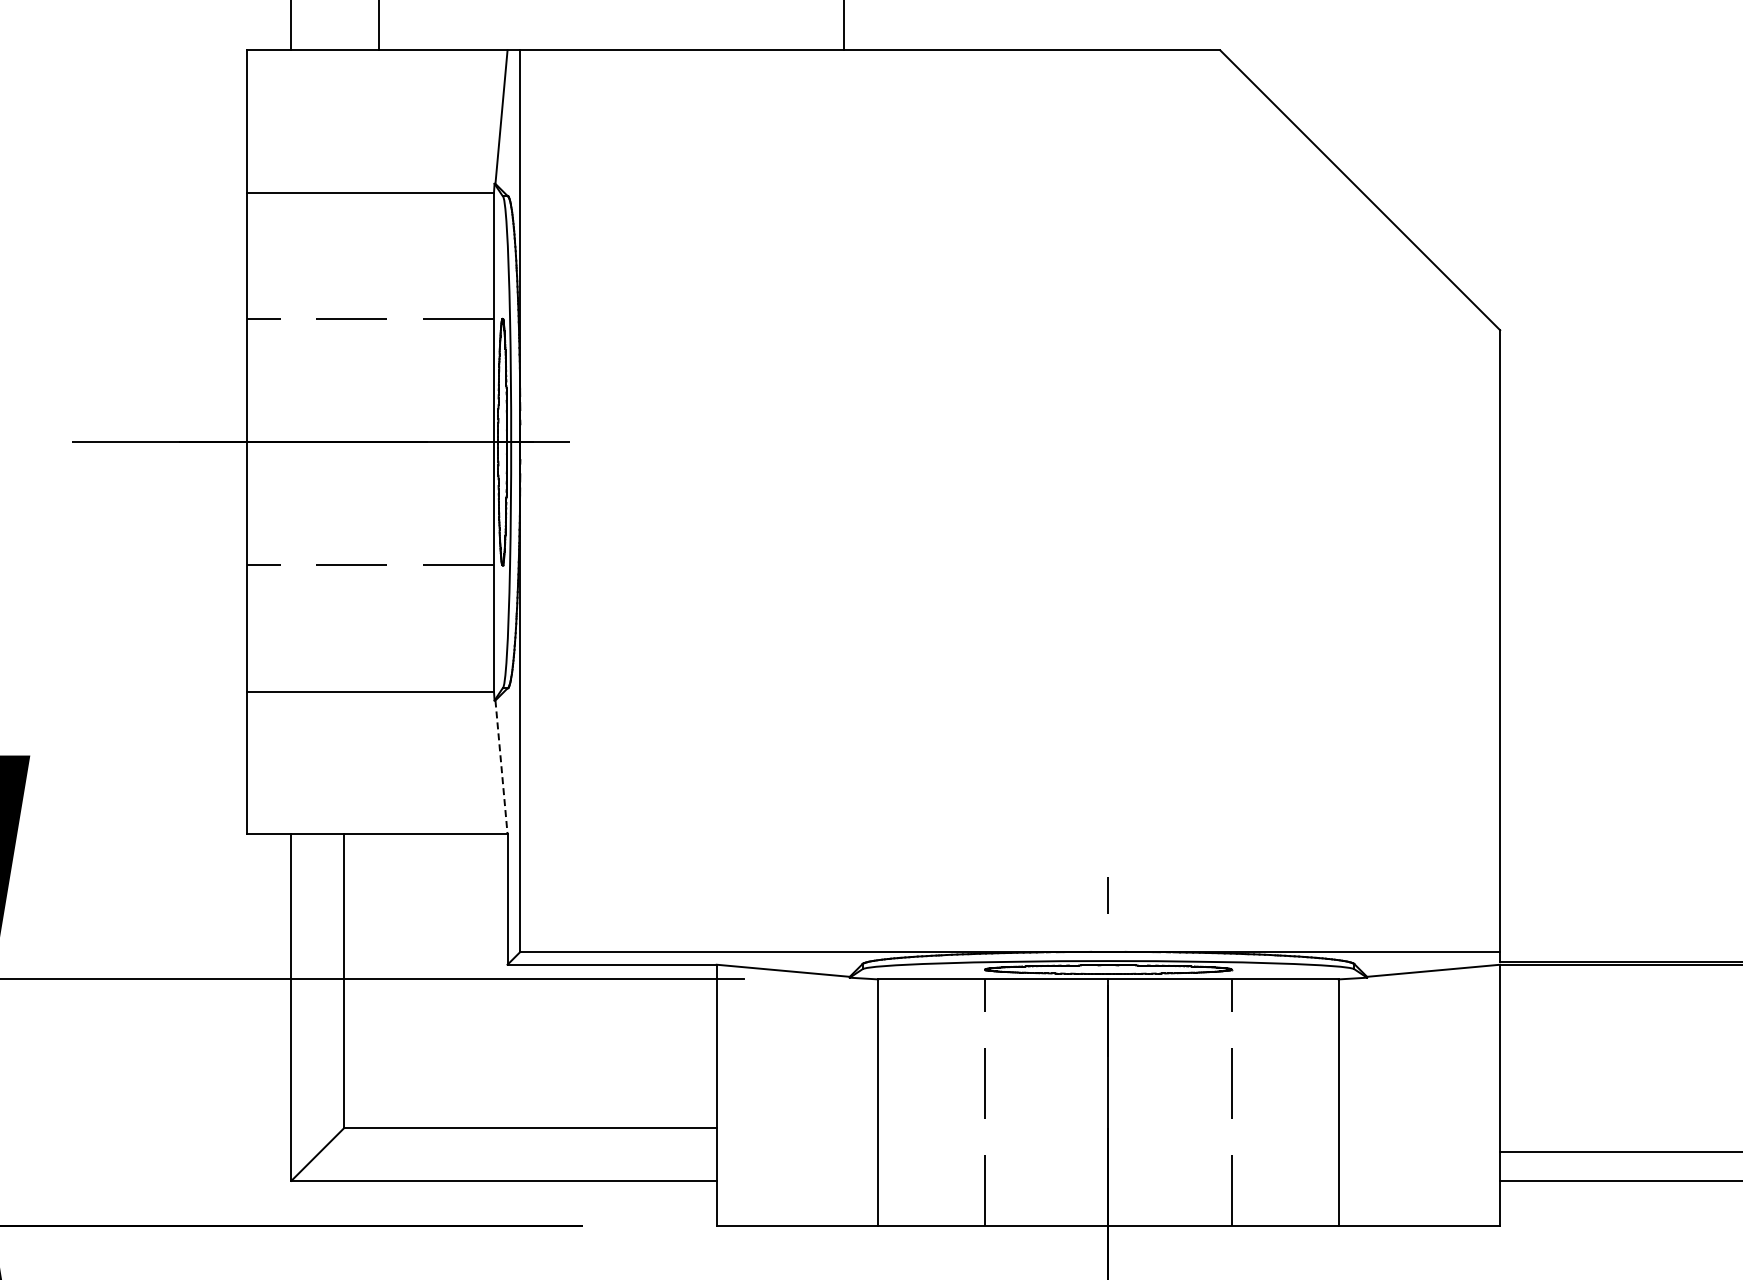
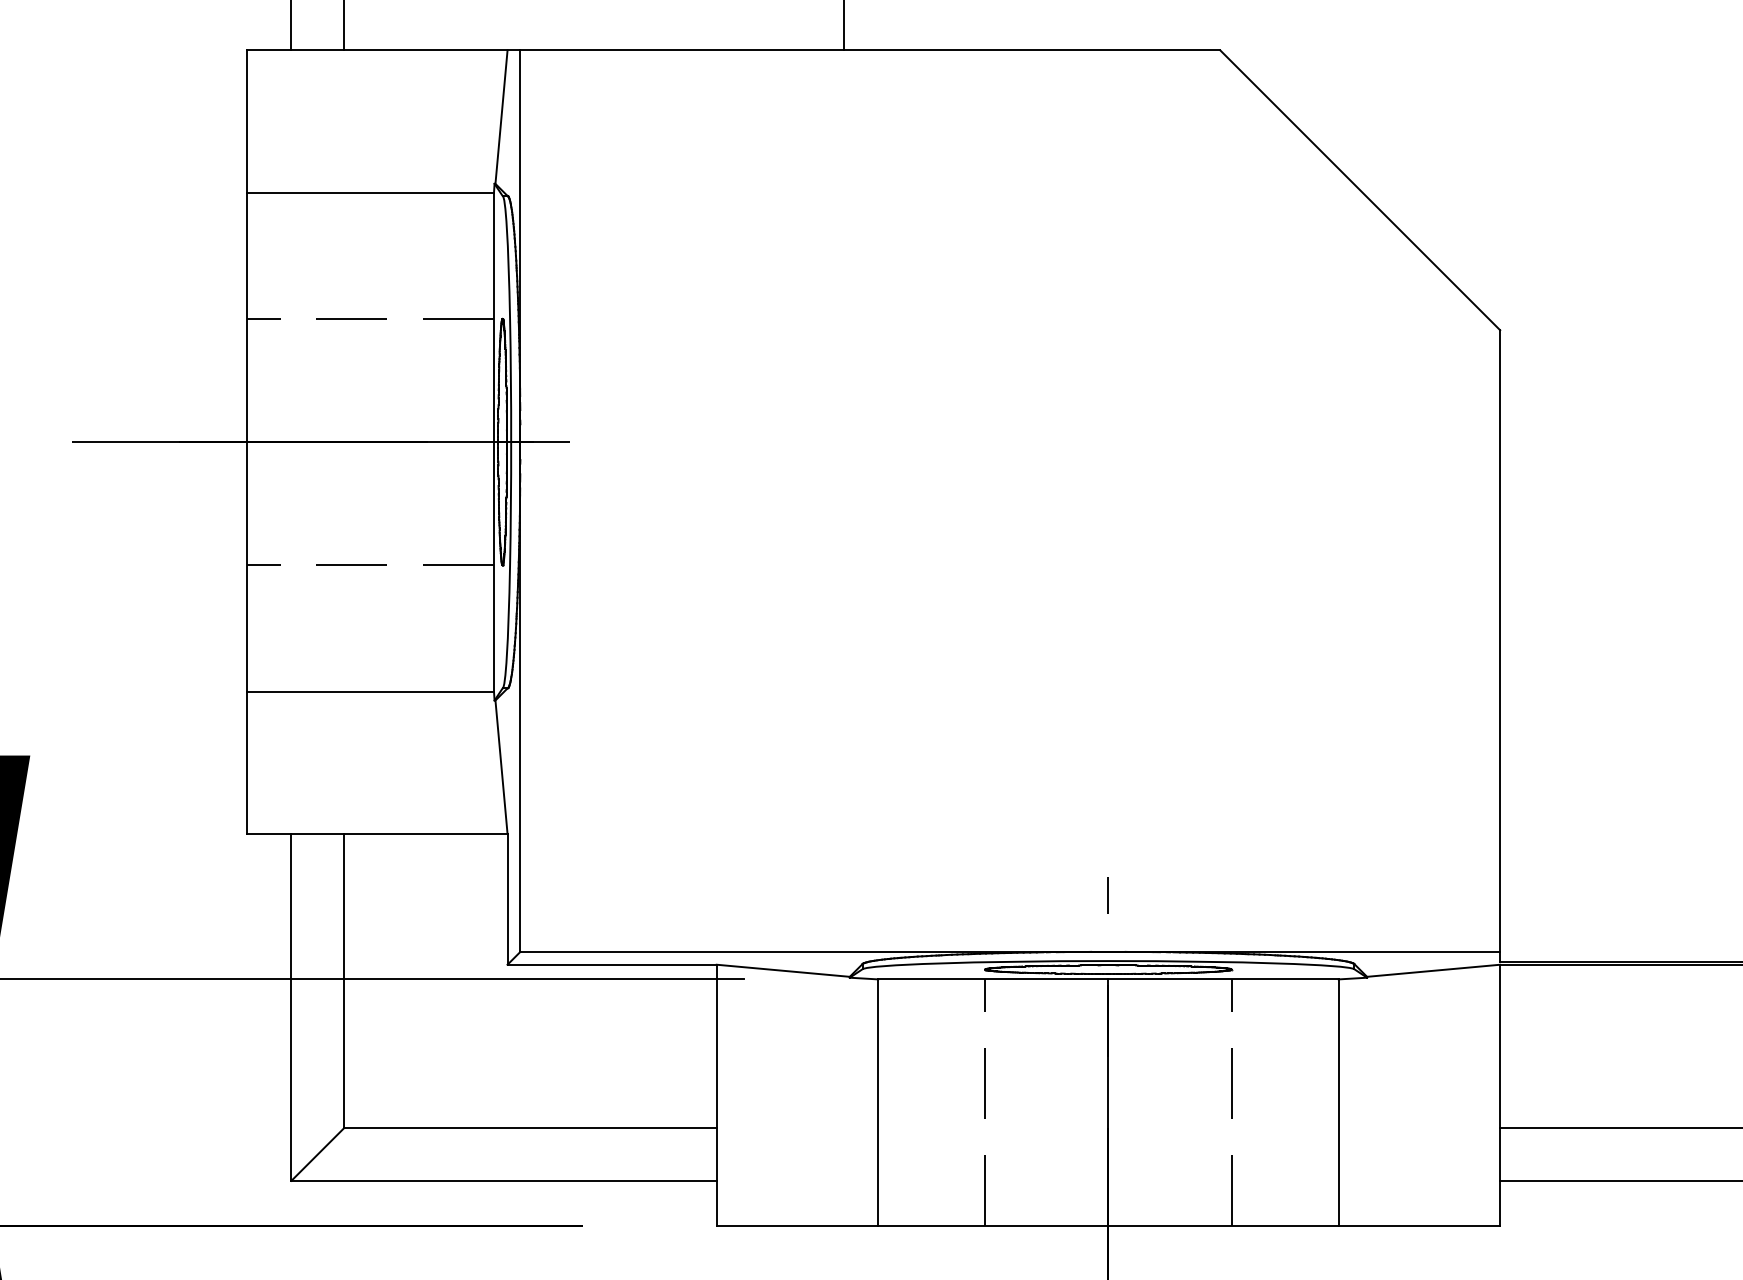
line at (379, 26) position: (379, 26) -> (344, 26)
line at (501, 767): dashed -> solid
line at (1619, 1152) position: (1619, 1152) -> (1619, 1128)
